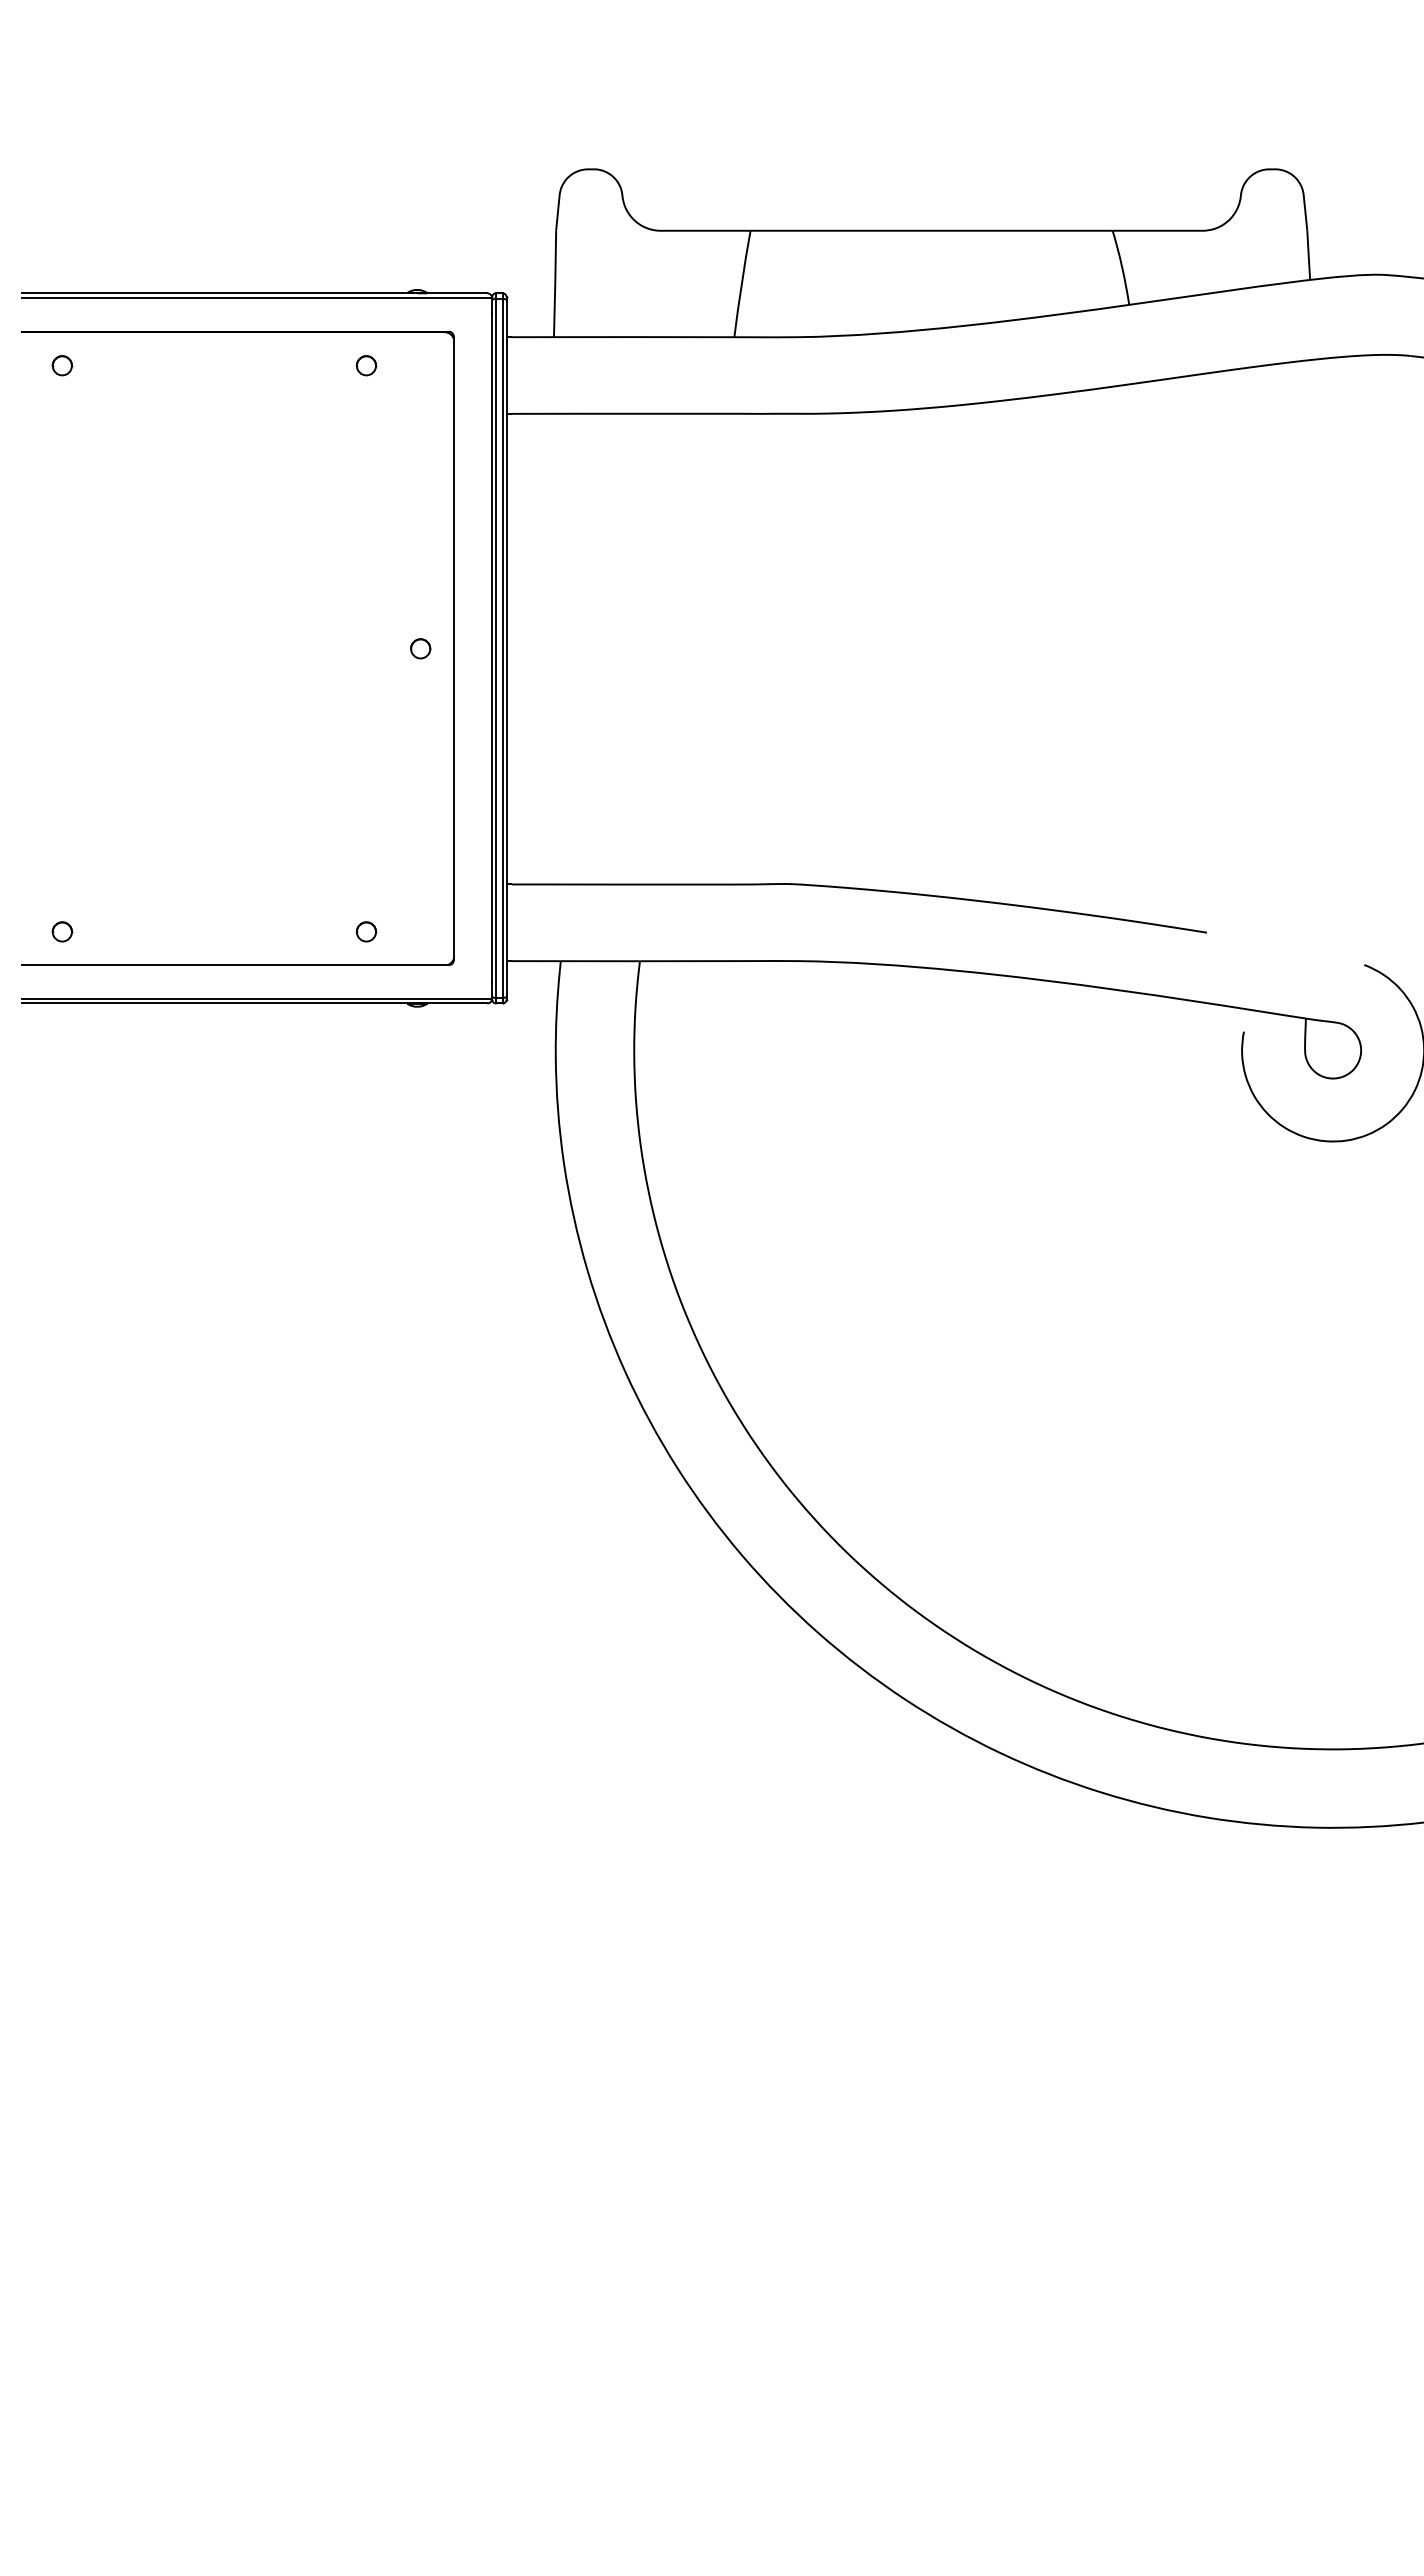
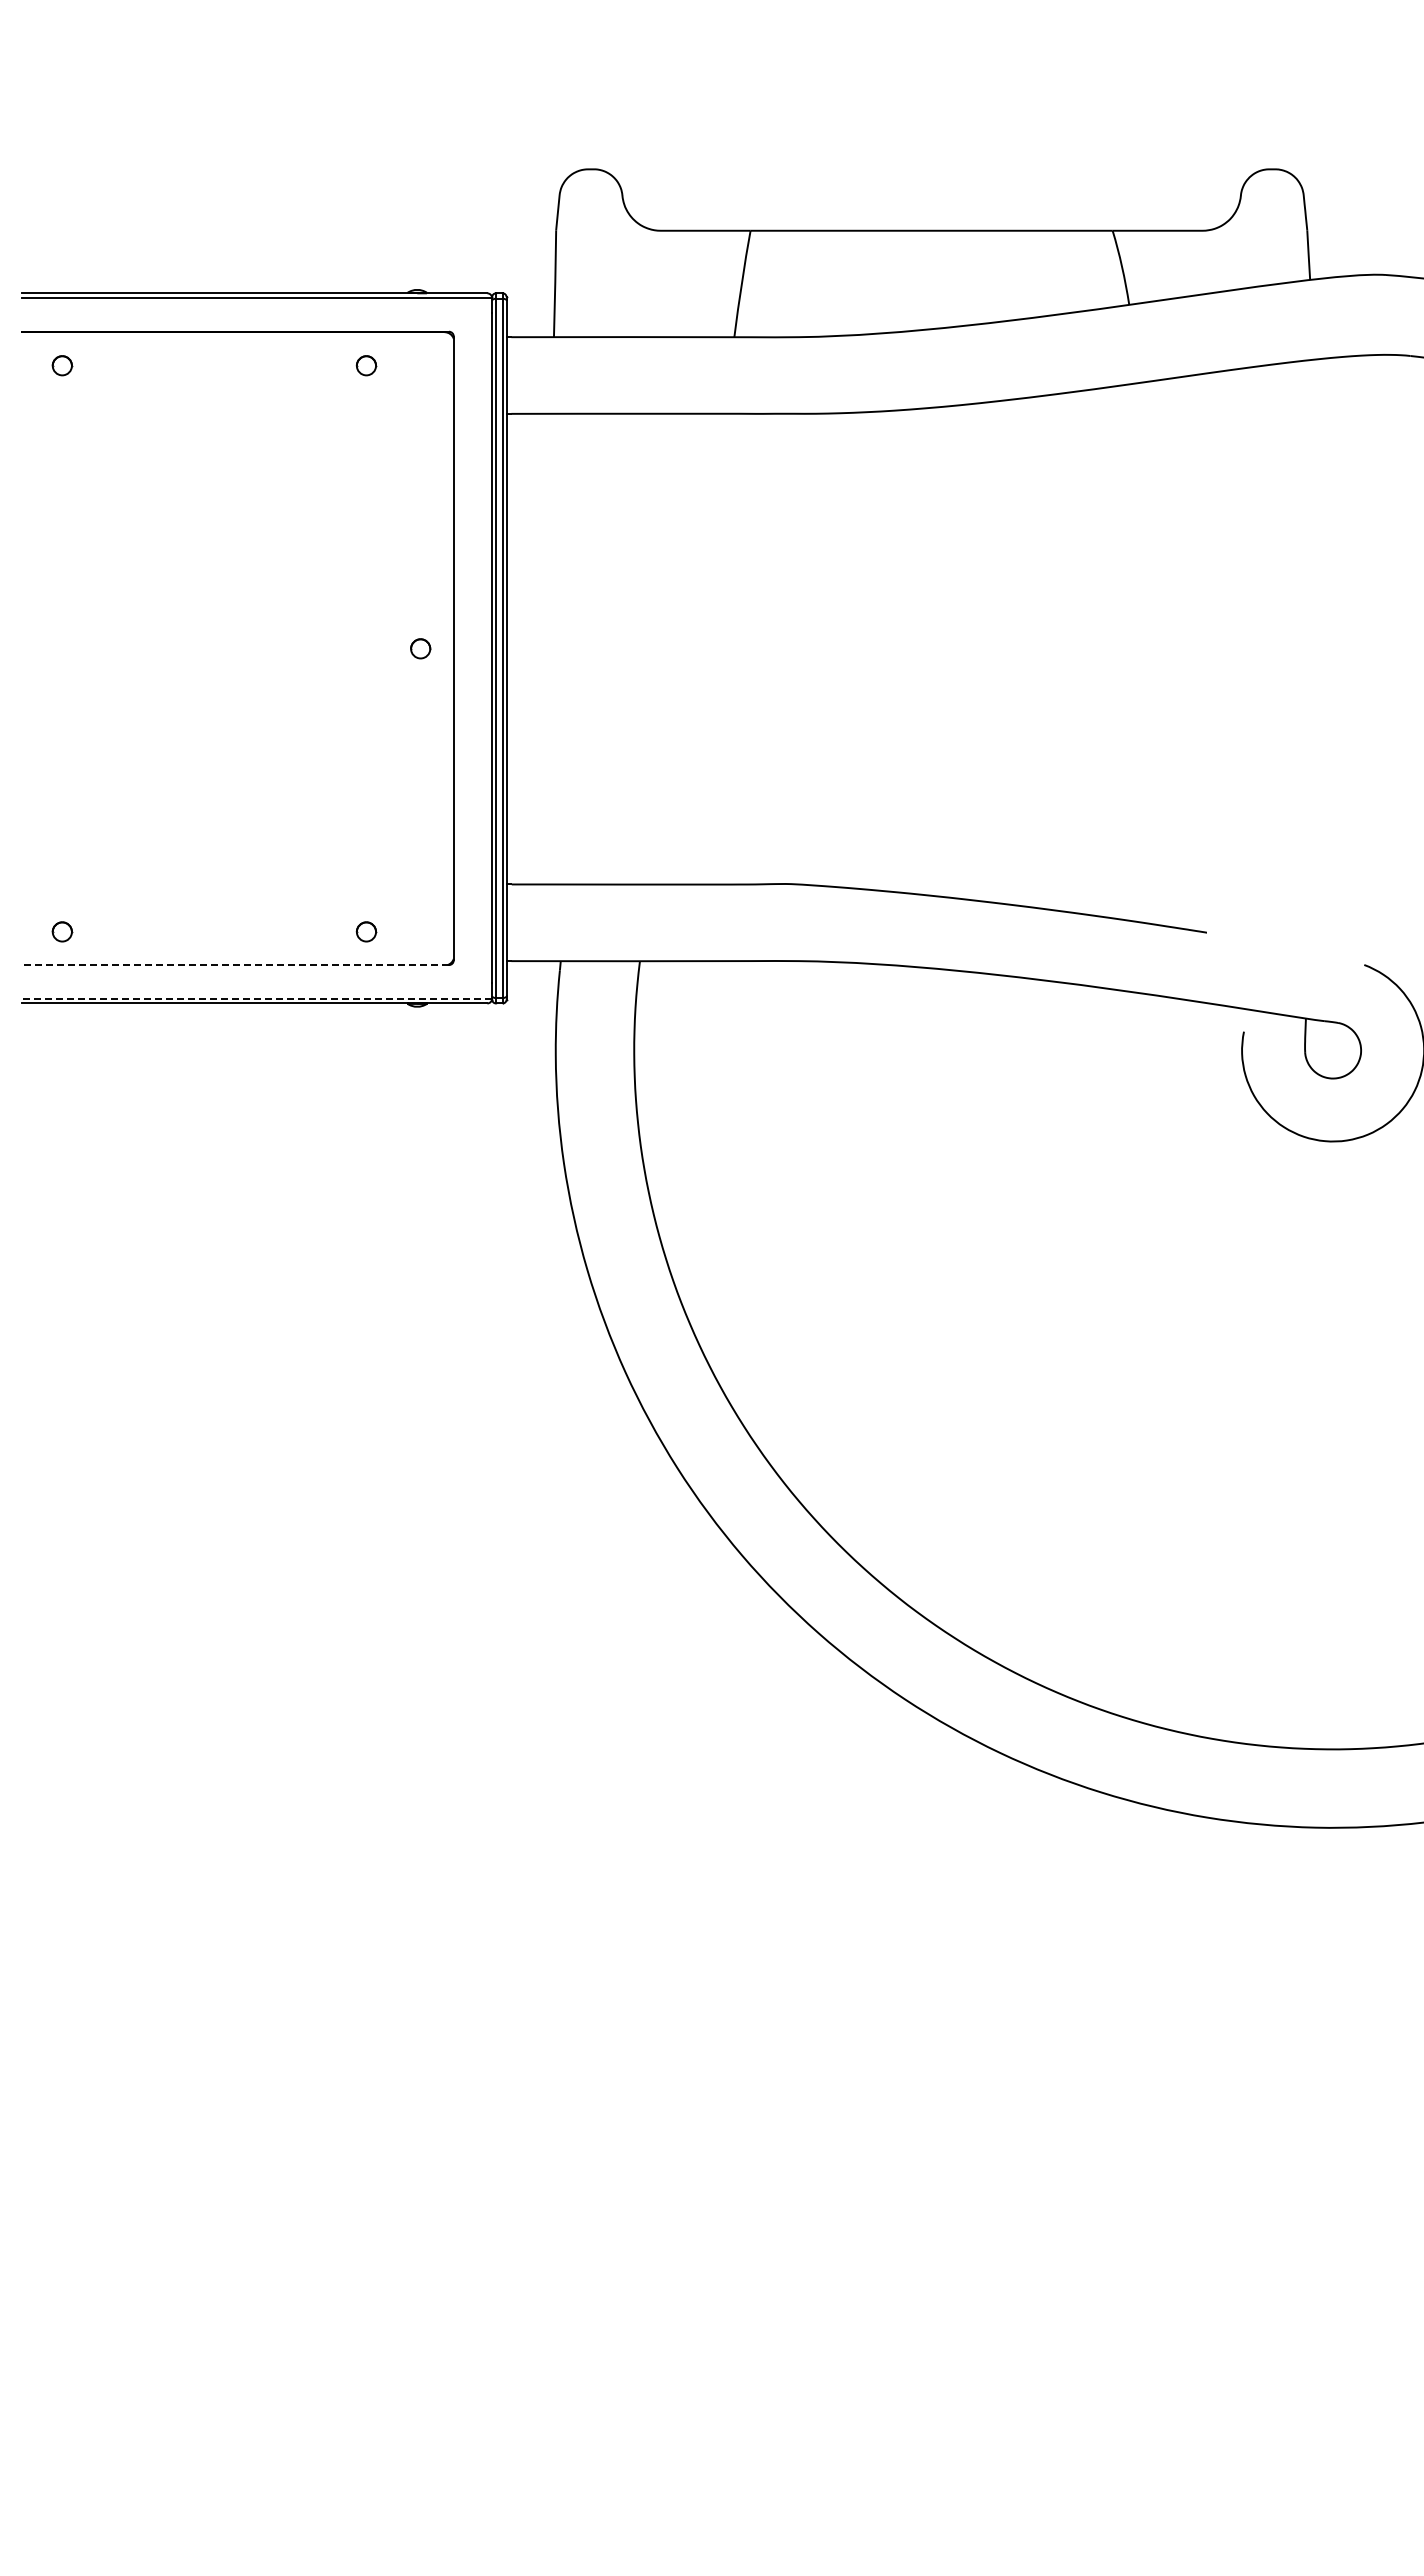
line at (235, 965): solid -> dashed
line at (256, 998): solid -> dashed
